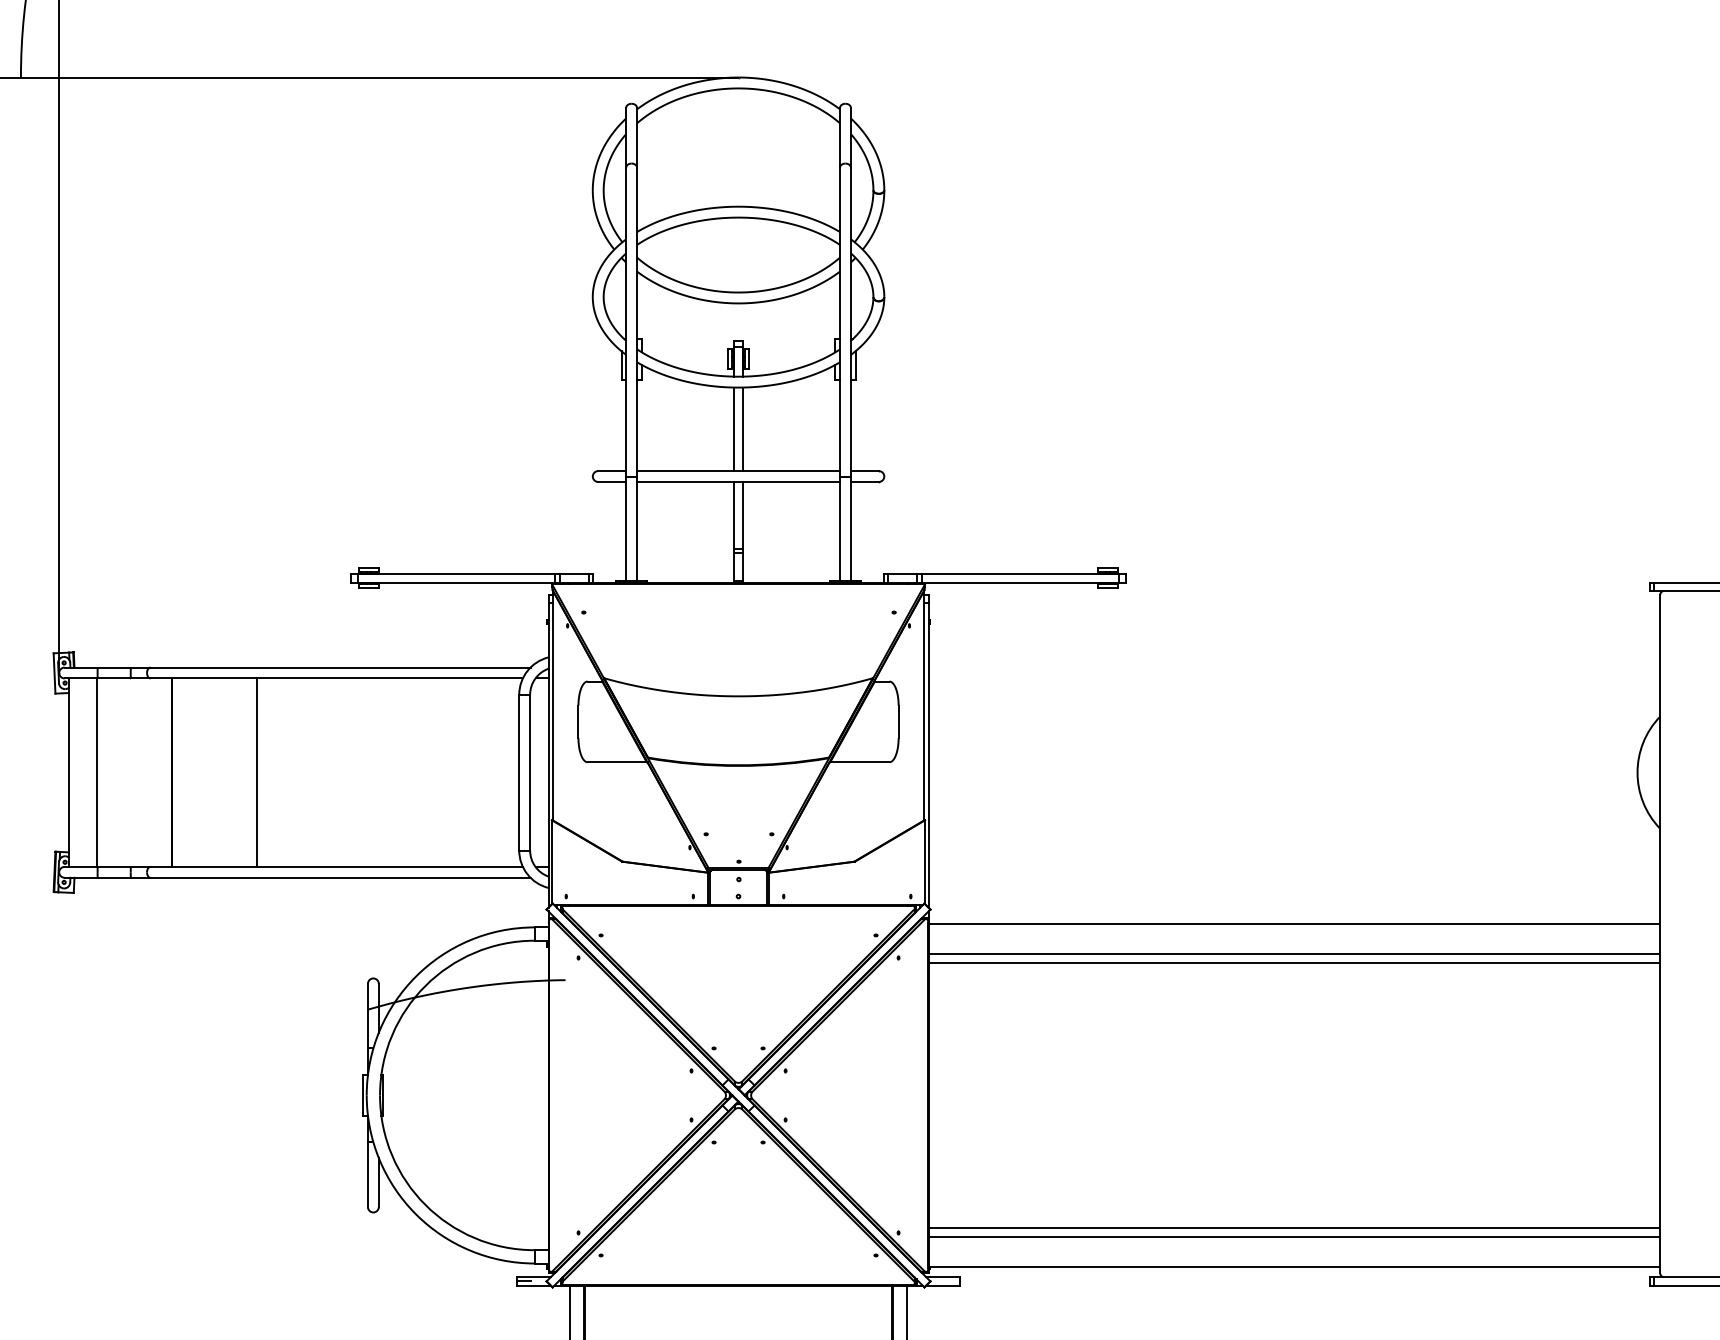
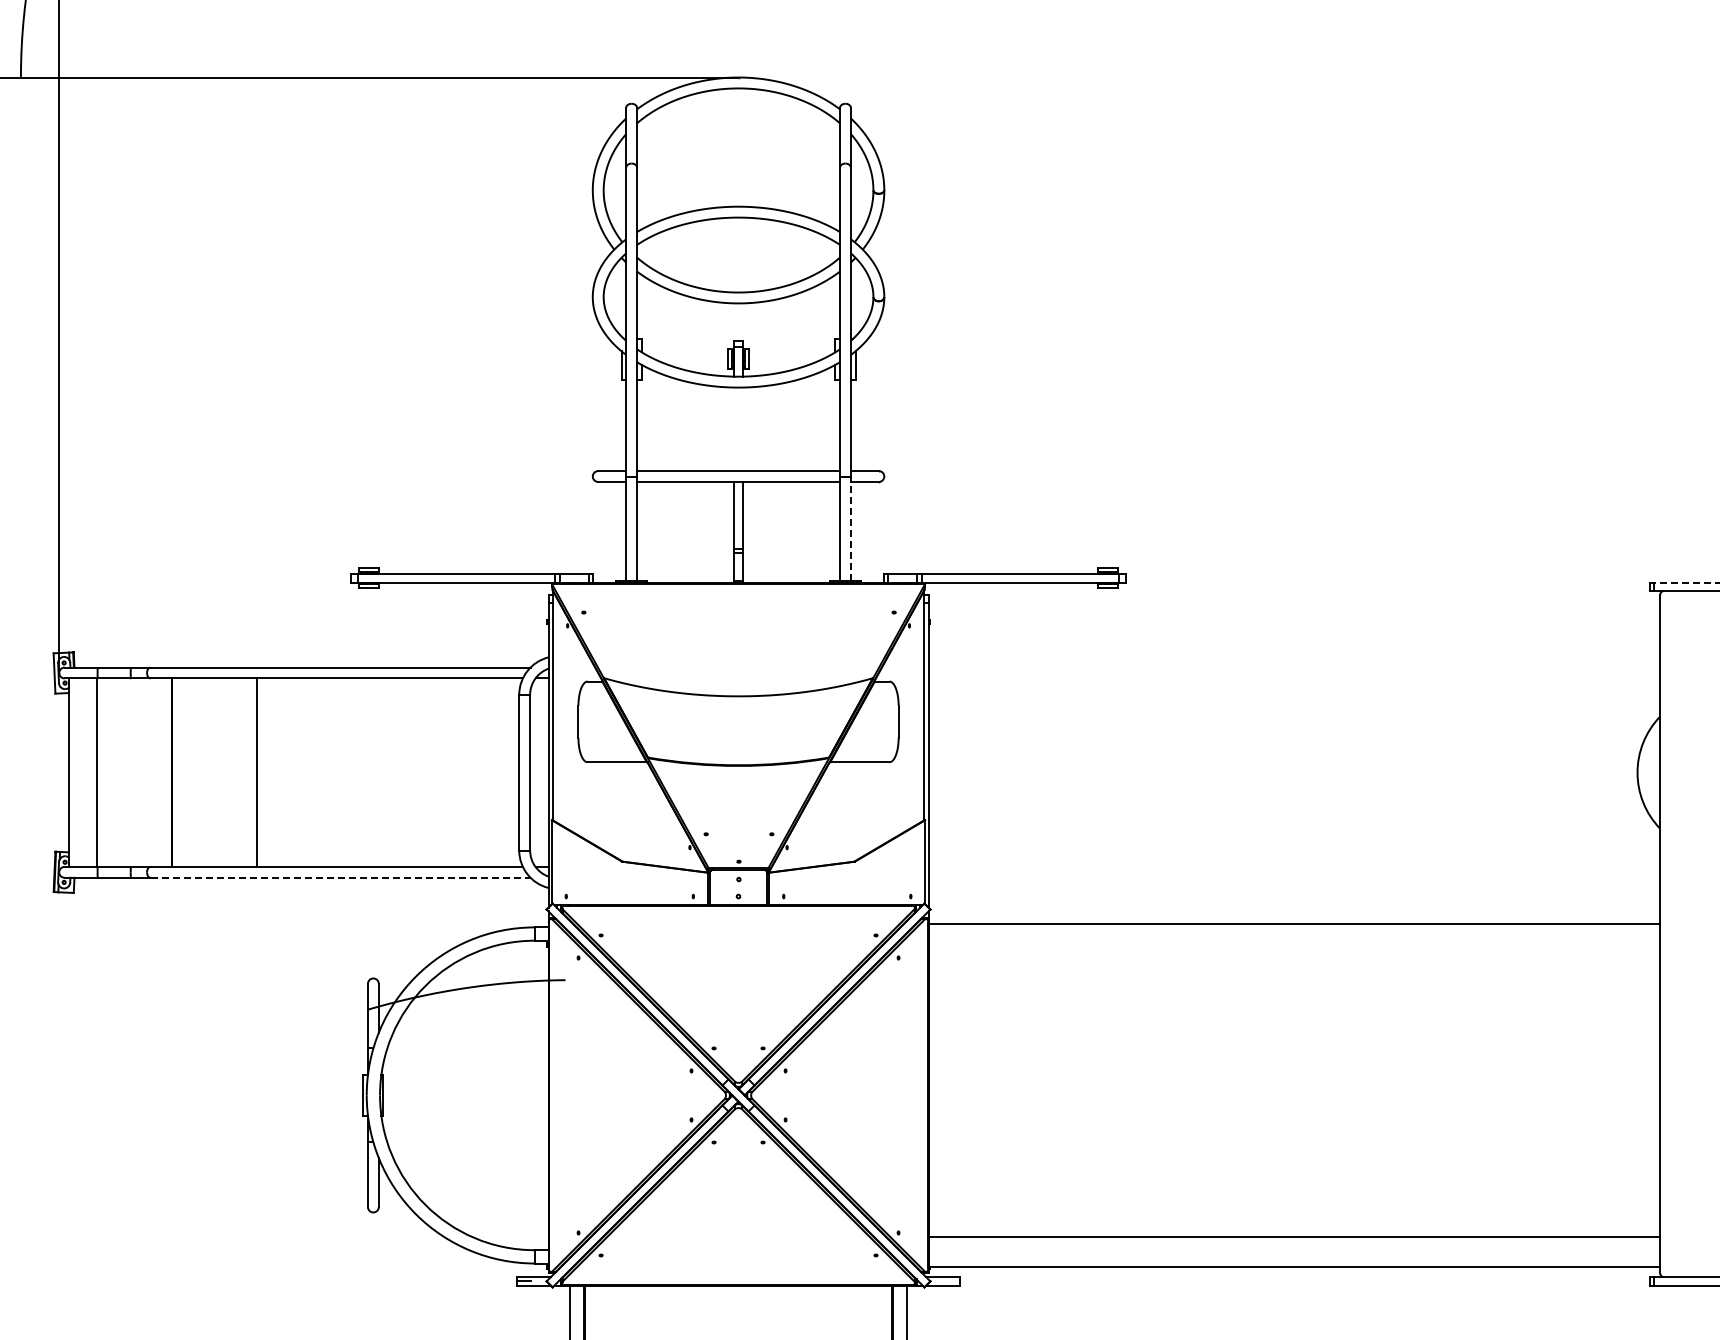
line at (734, 429): present -> none
line at (742, 429): present -> none
line at (850, 528): solid -> dashed
line at (1687, 582): solid -> dashed
line at (340, 877): solid -> dashed
line at (1294, 954): present -> none
line at (1294, 962): present -> none
line at (1294, 1228): present -> none
